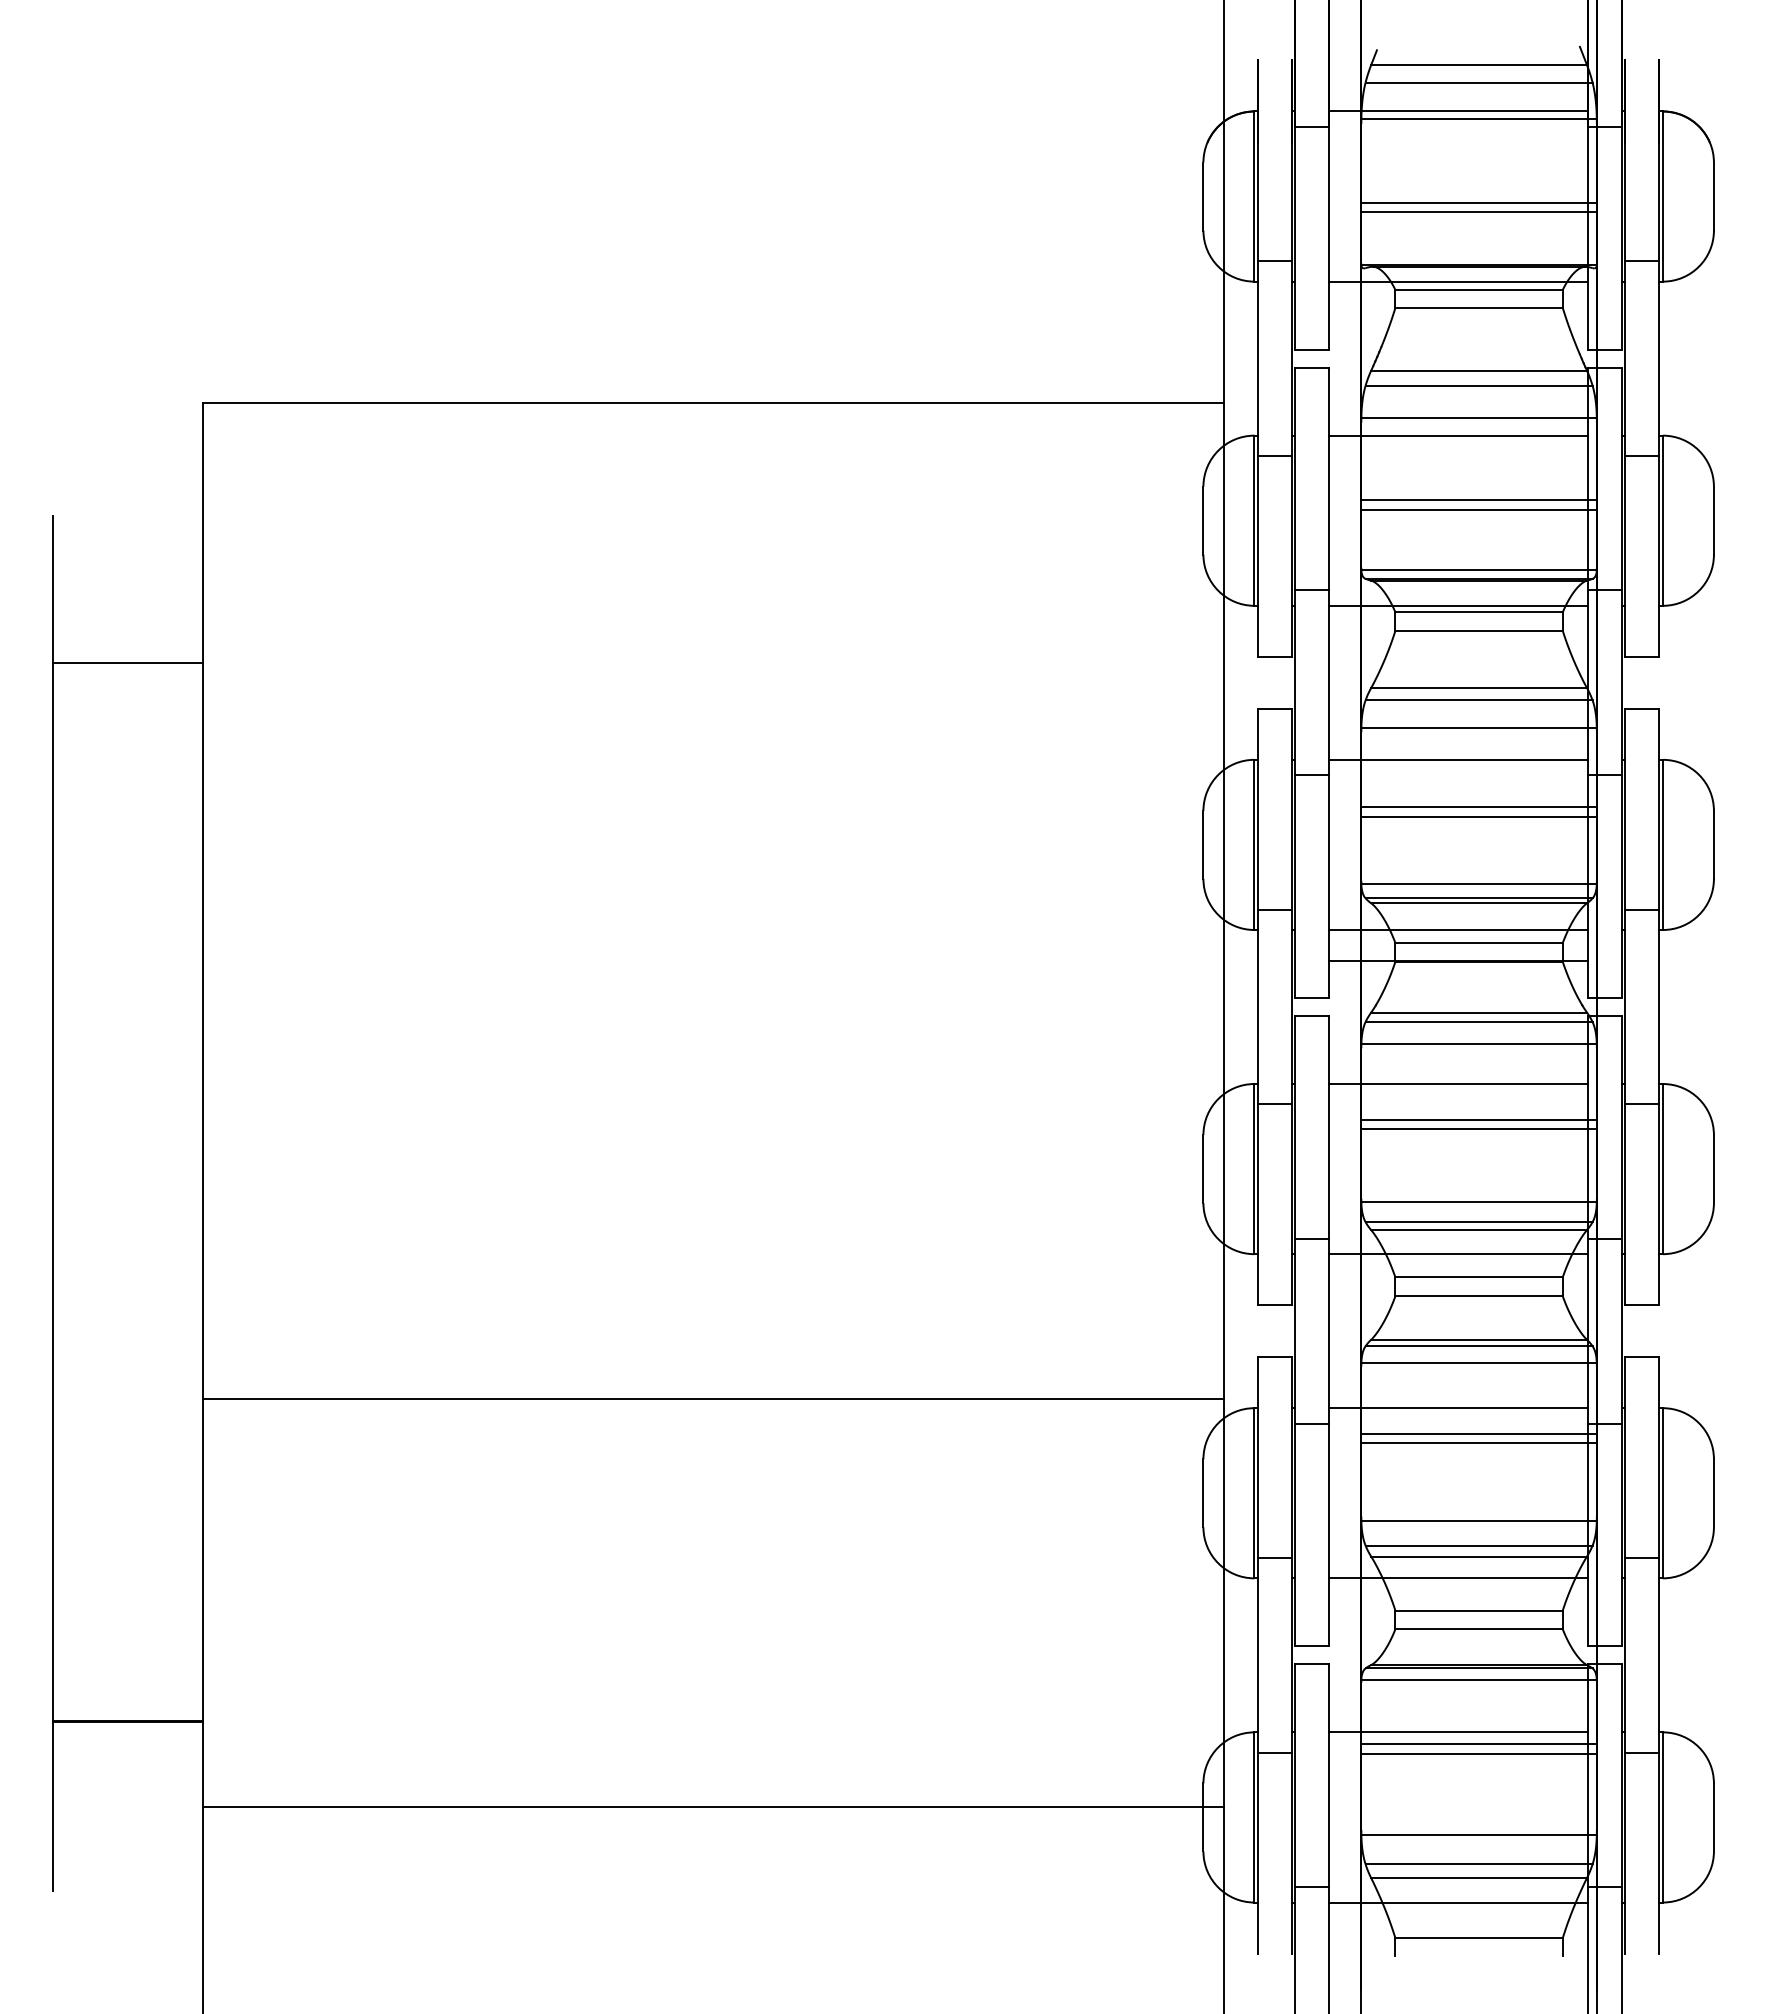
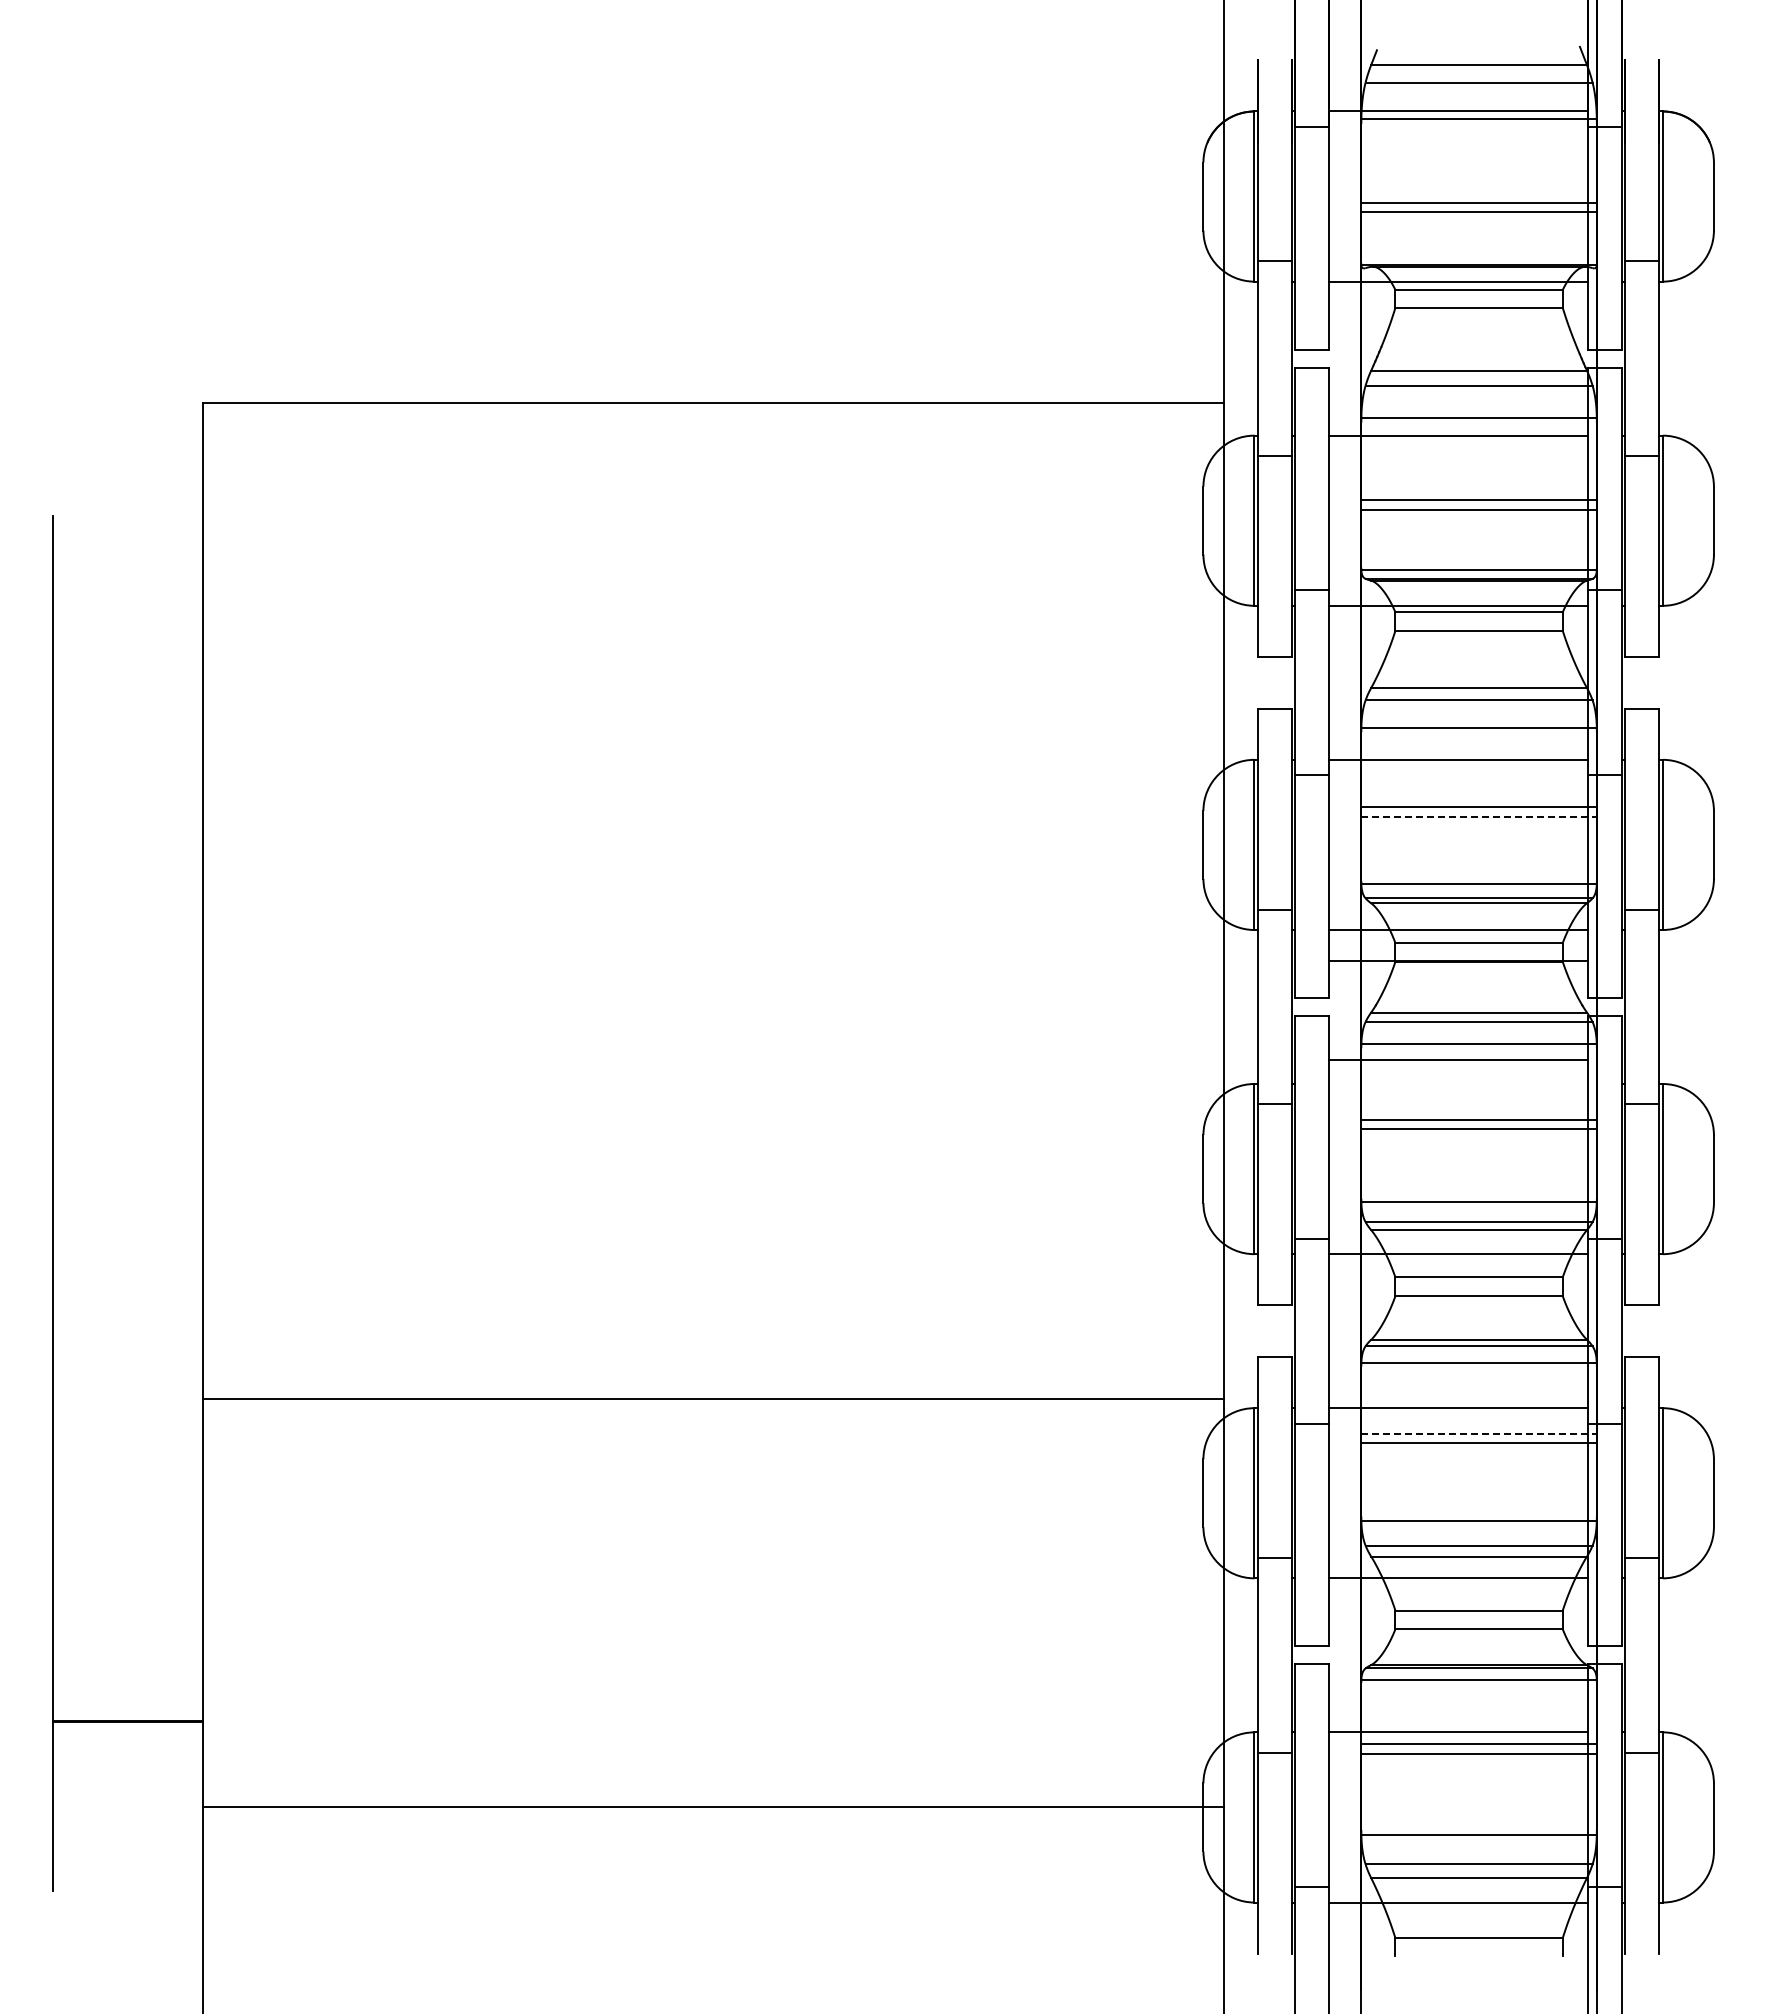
line at (127, 662): present -> none
line at (1479, 816): solid -> dashed
line at (1458, 1084) position: (1458, 1084) -> (1458, 1060)
line at (1479, 1433): solid -> dashed
